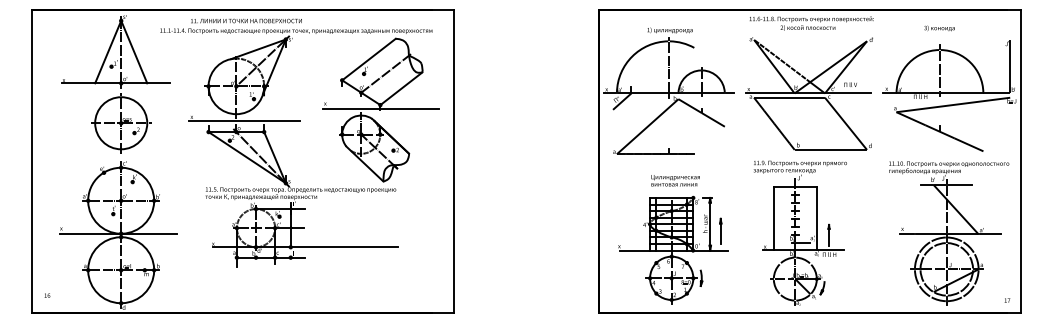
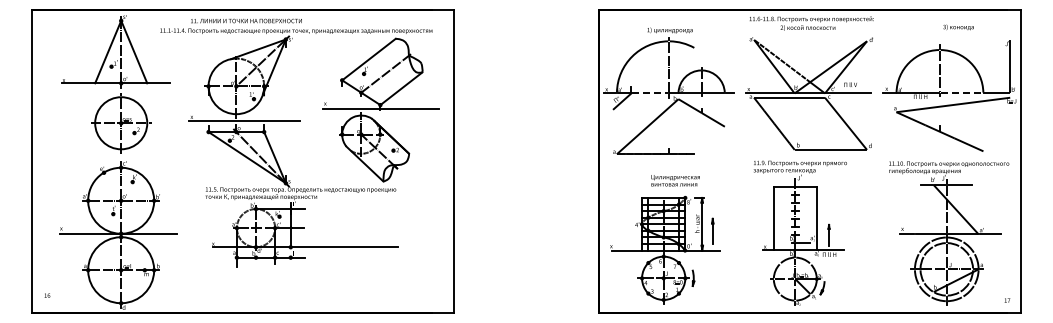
text at (939, 28) position: (939, 28) -> (958, 27)
line at (650, 93): solid -> dashed
line at (961, 93): solid -> dashed
part at (673, 249) position: (673, 249) -> (665, 249)
